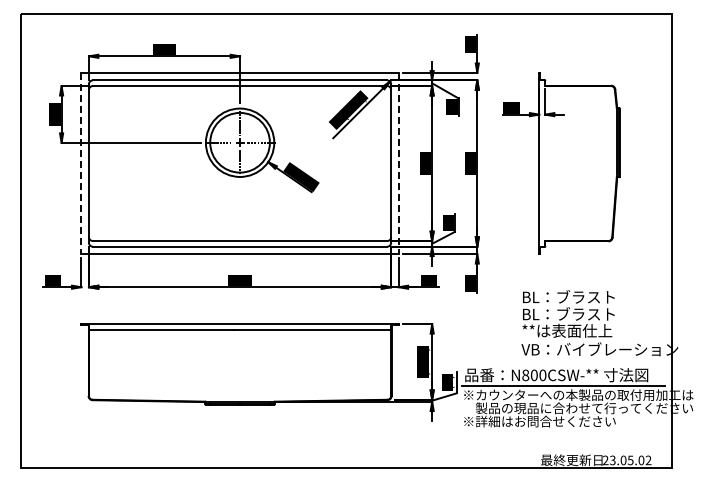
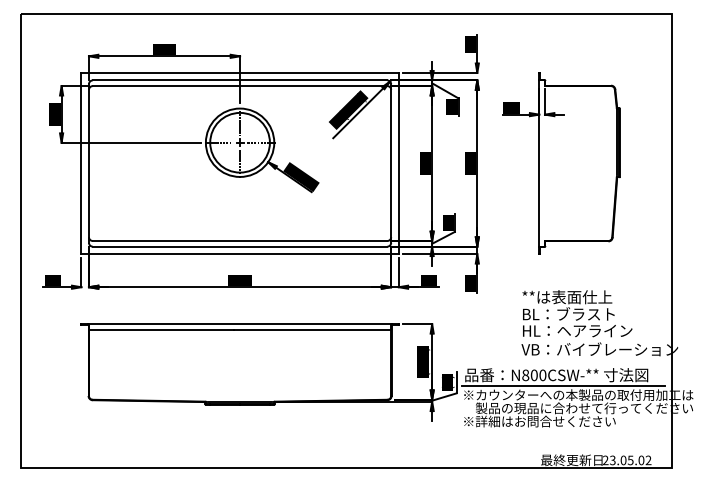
line at (81, 163): dashed -> solid
line at (398, 163): dashed -> solid
text at (568, 297): BL：ブラスト -> **は表面仕上
text at (577, 330): **は表面仕上 -> HL：ヘアライン
